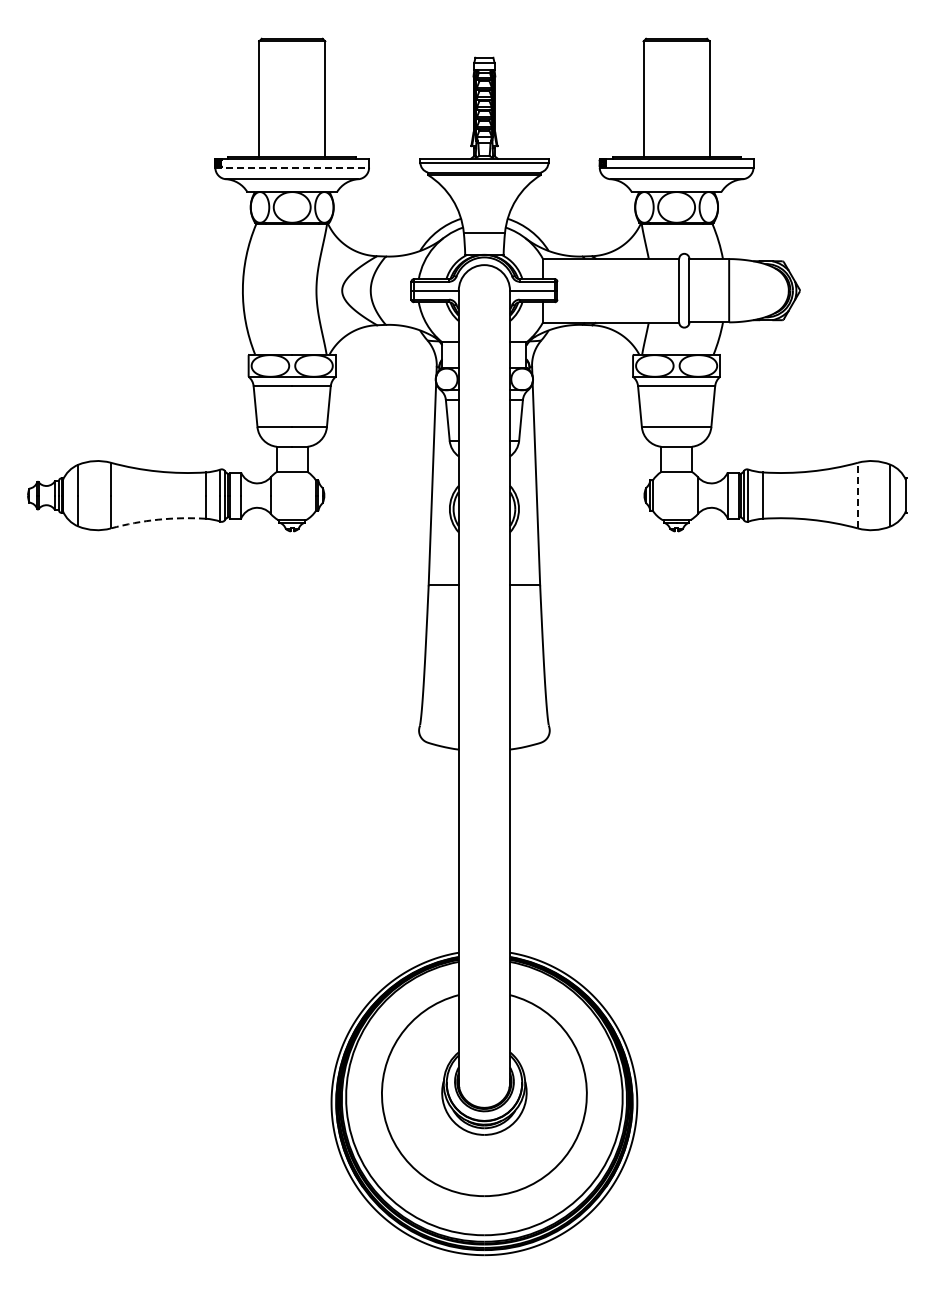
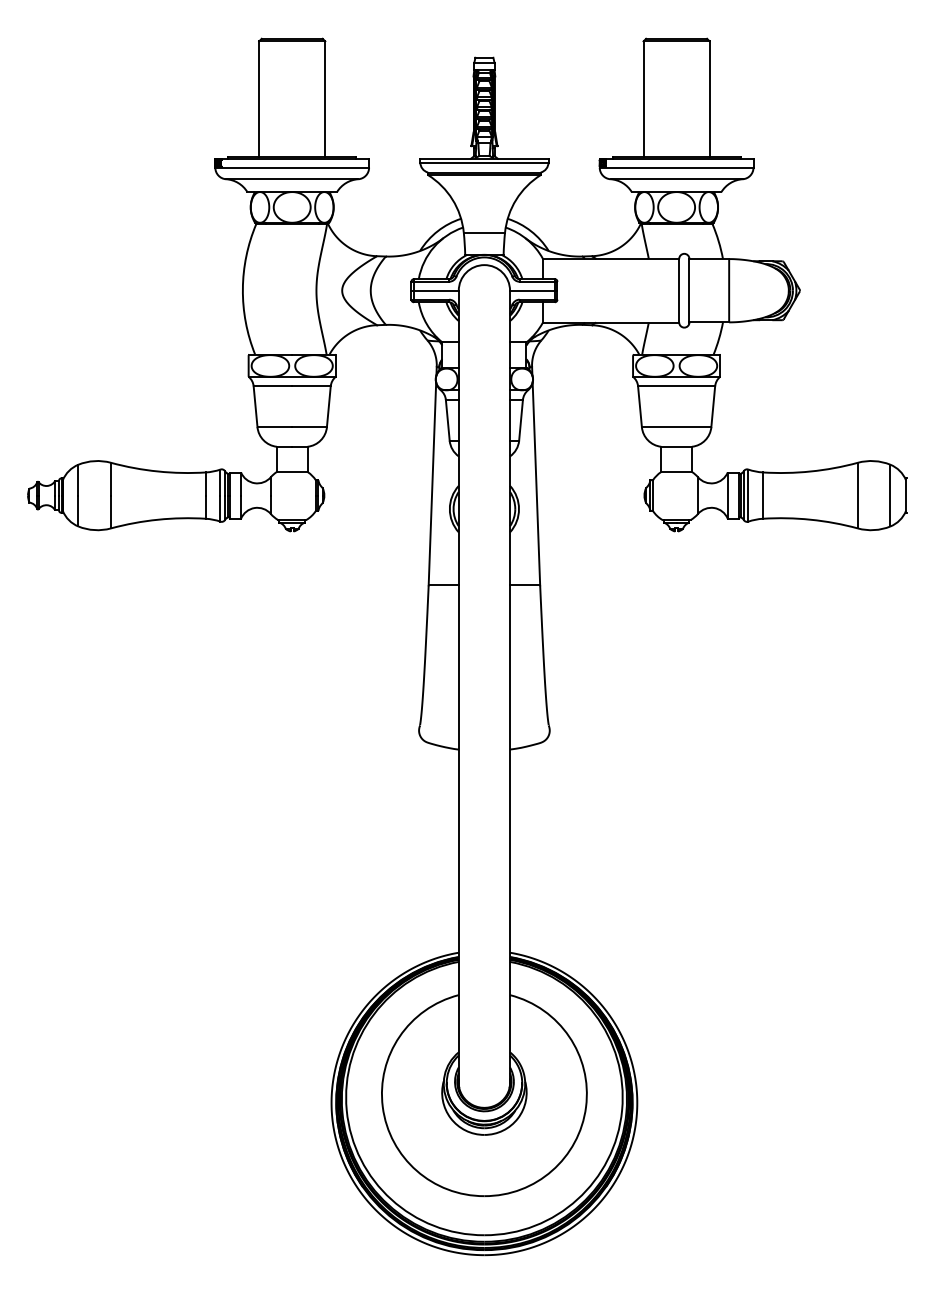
line at (292, 167): dashed -> solid
line at (857, 495): dashed -> solid
arc at (158, 519): dashed -> solid
